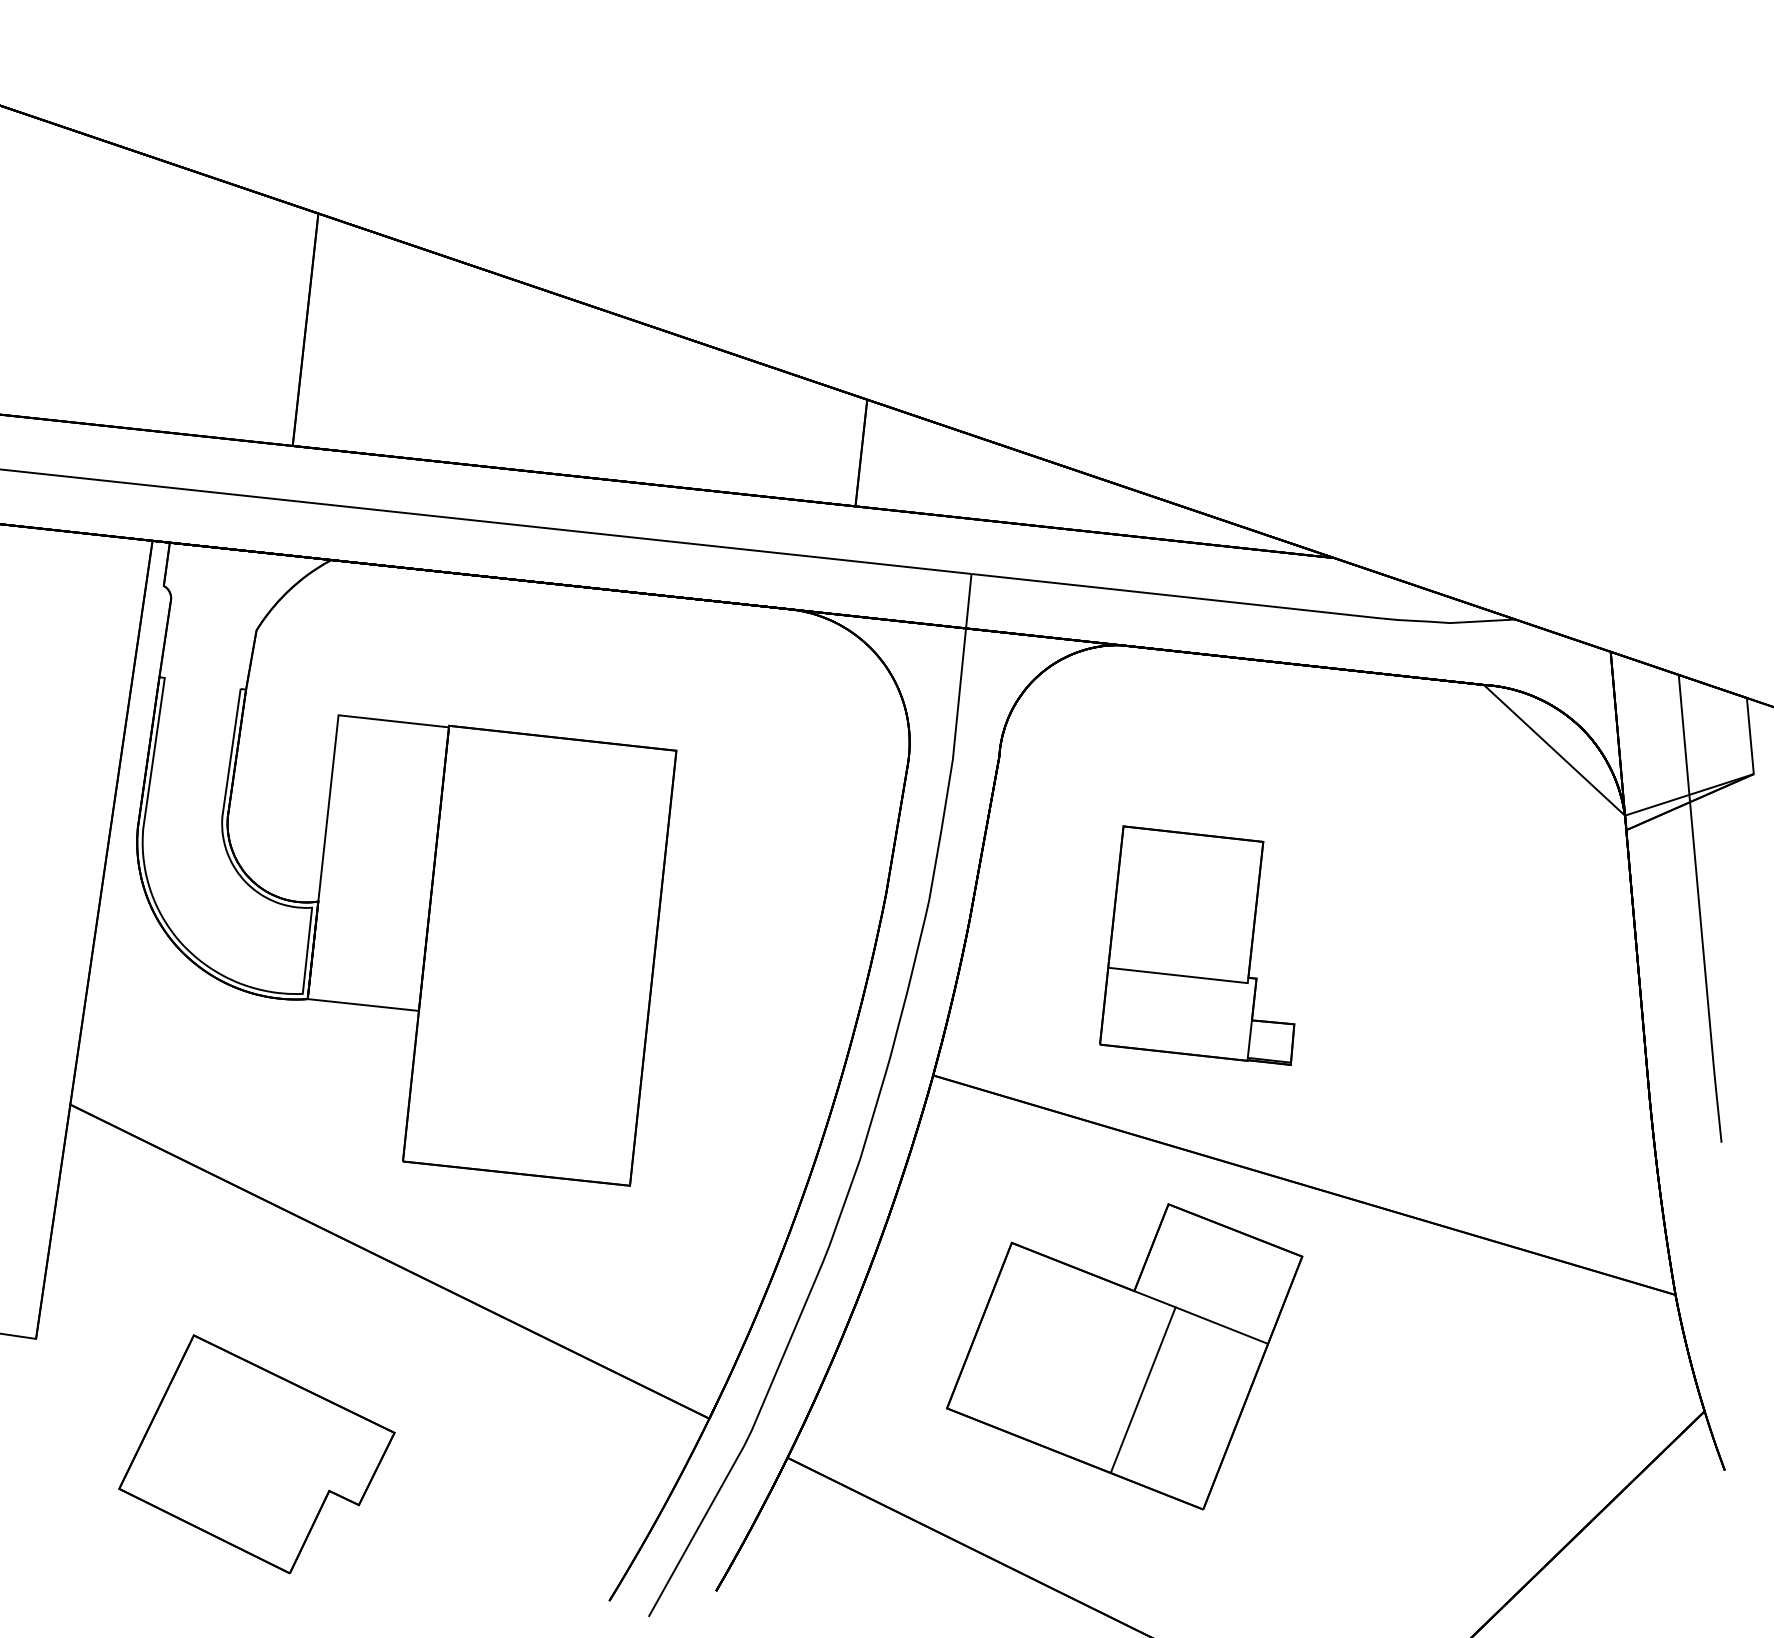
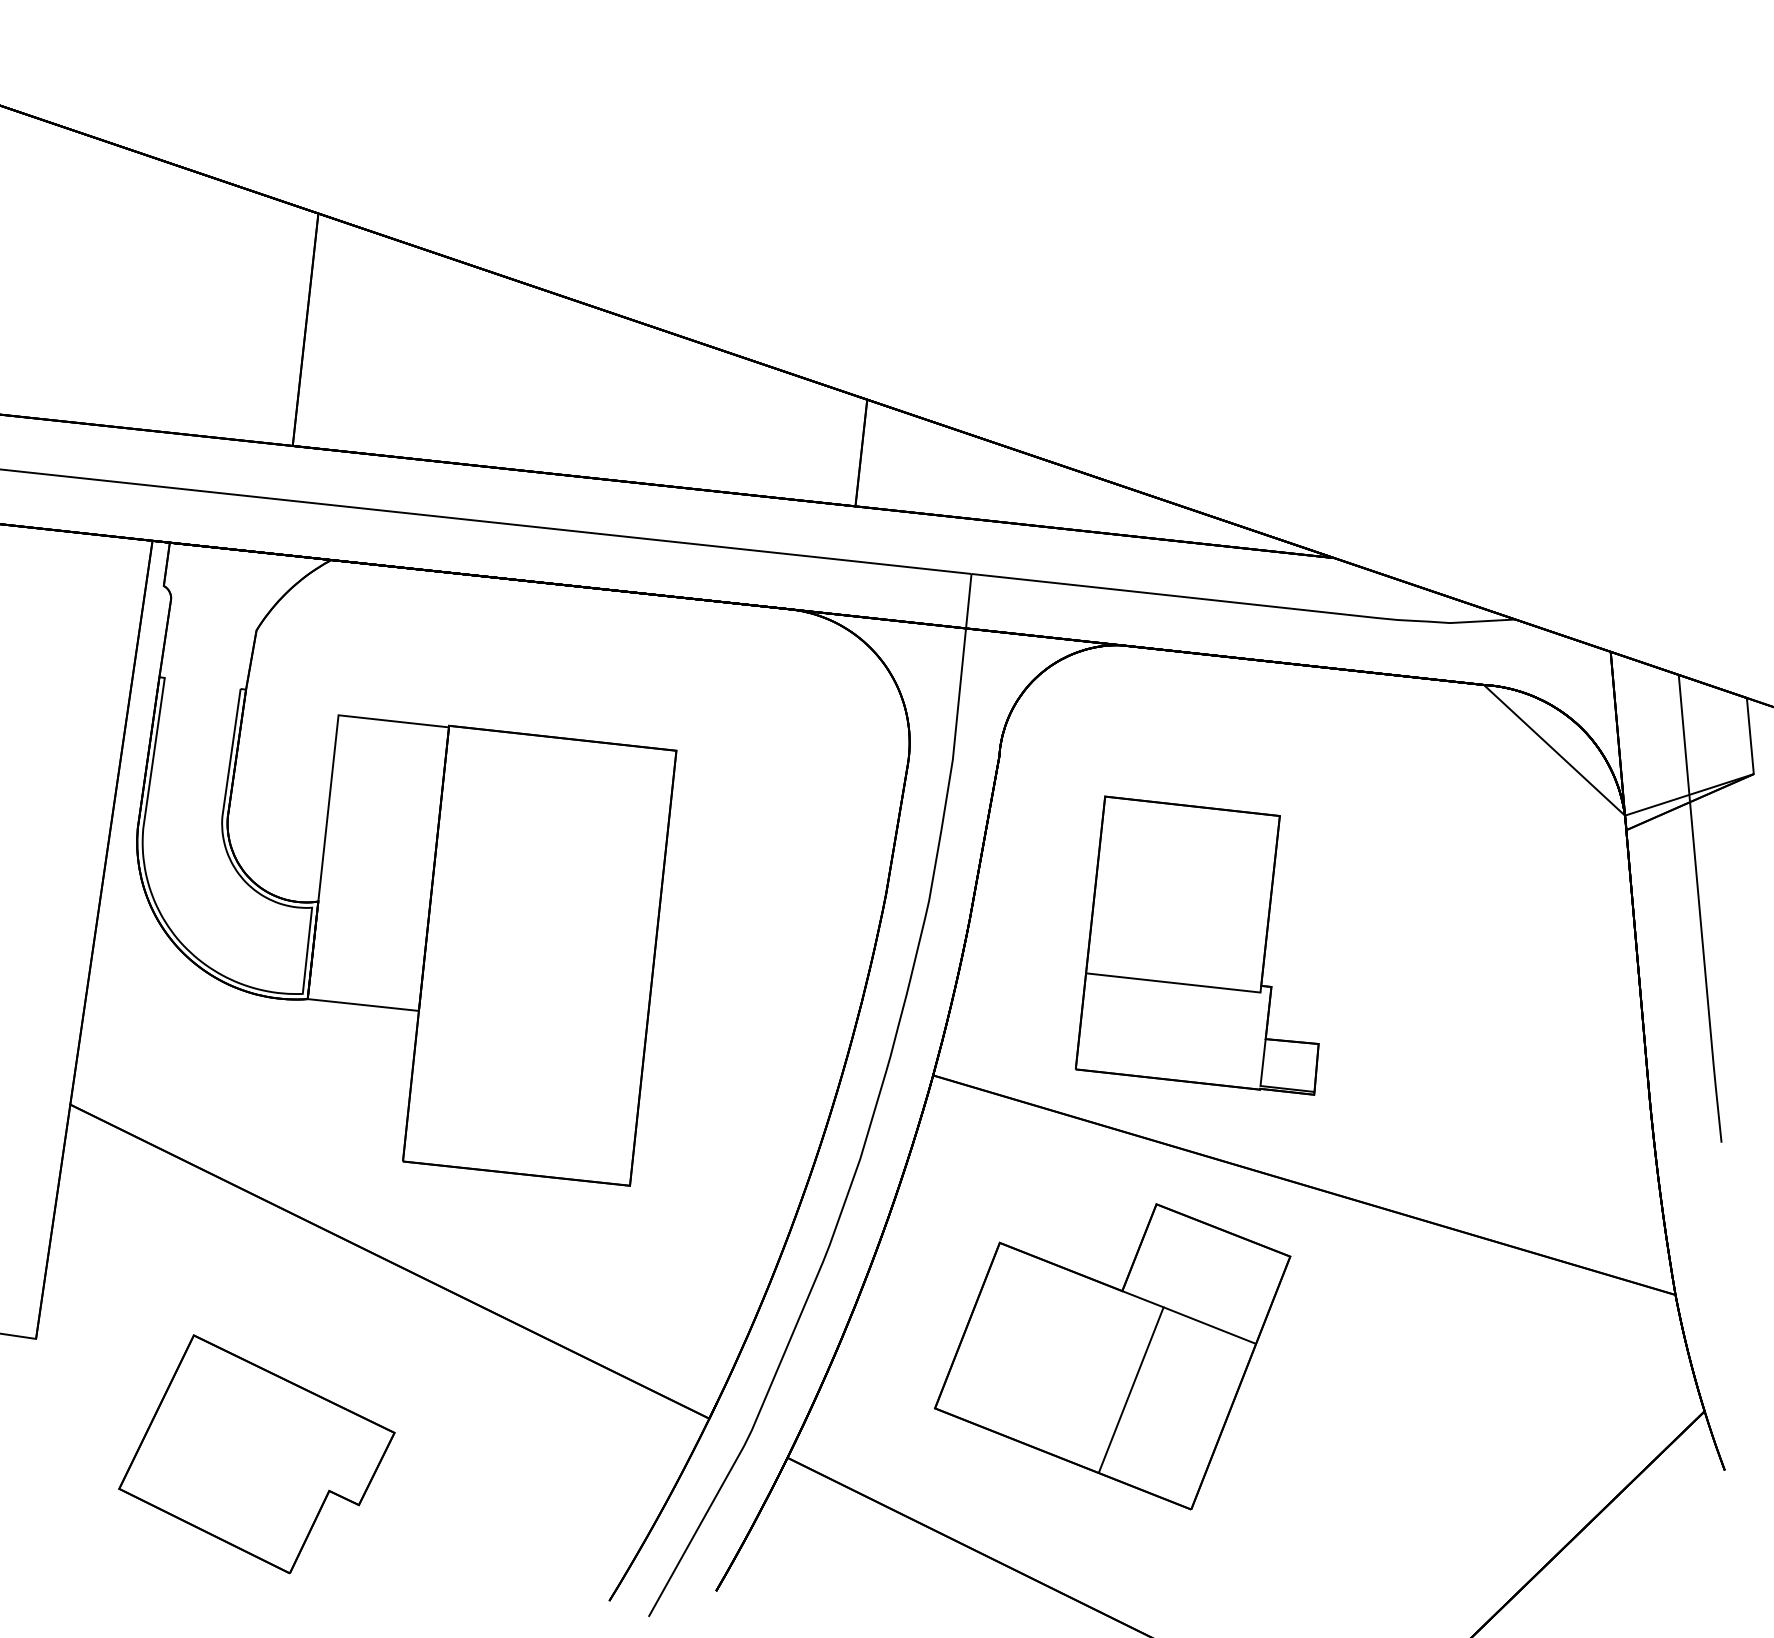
part at (1197, 945) size: 197x241 px -> 246x301 px
part at (1124, 1356) position: (1124, 1356) -> (1112, 1356)
